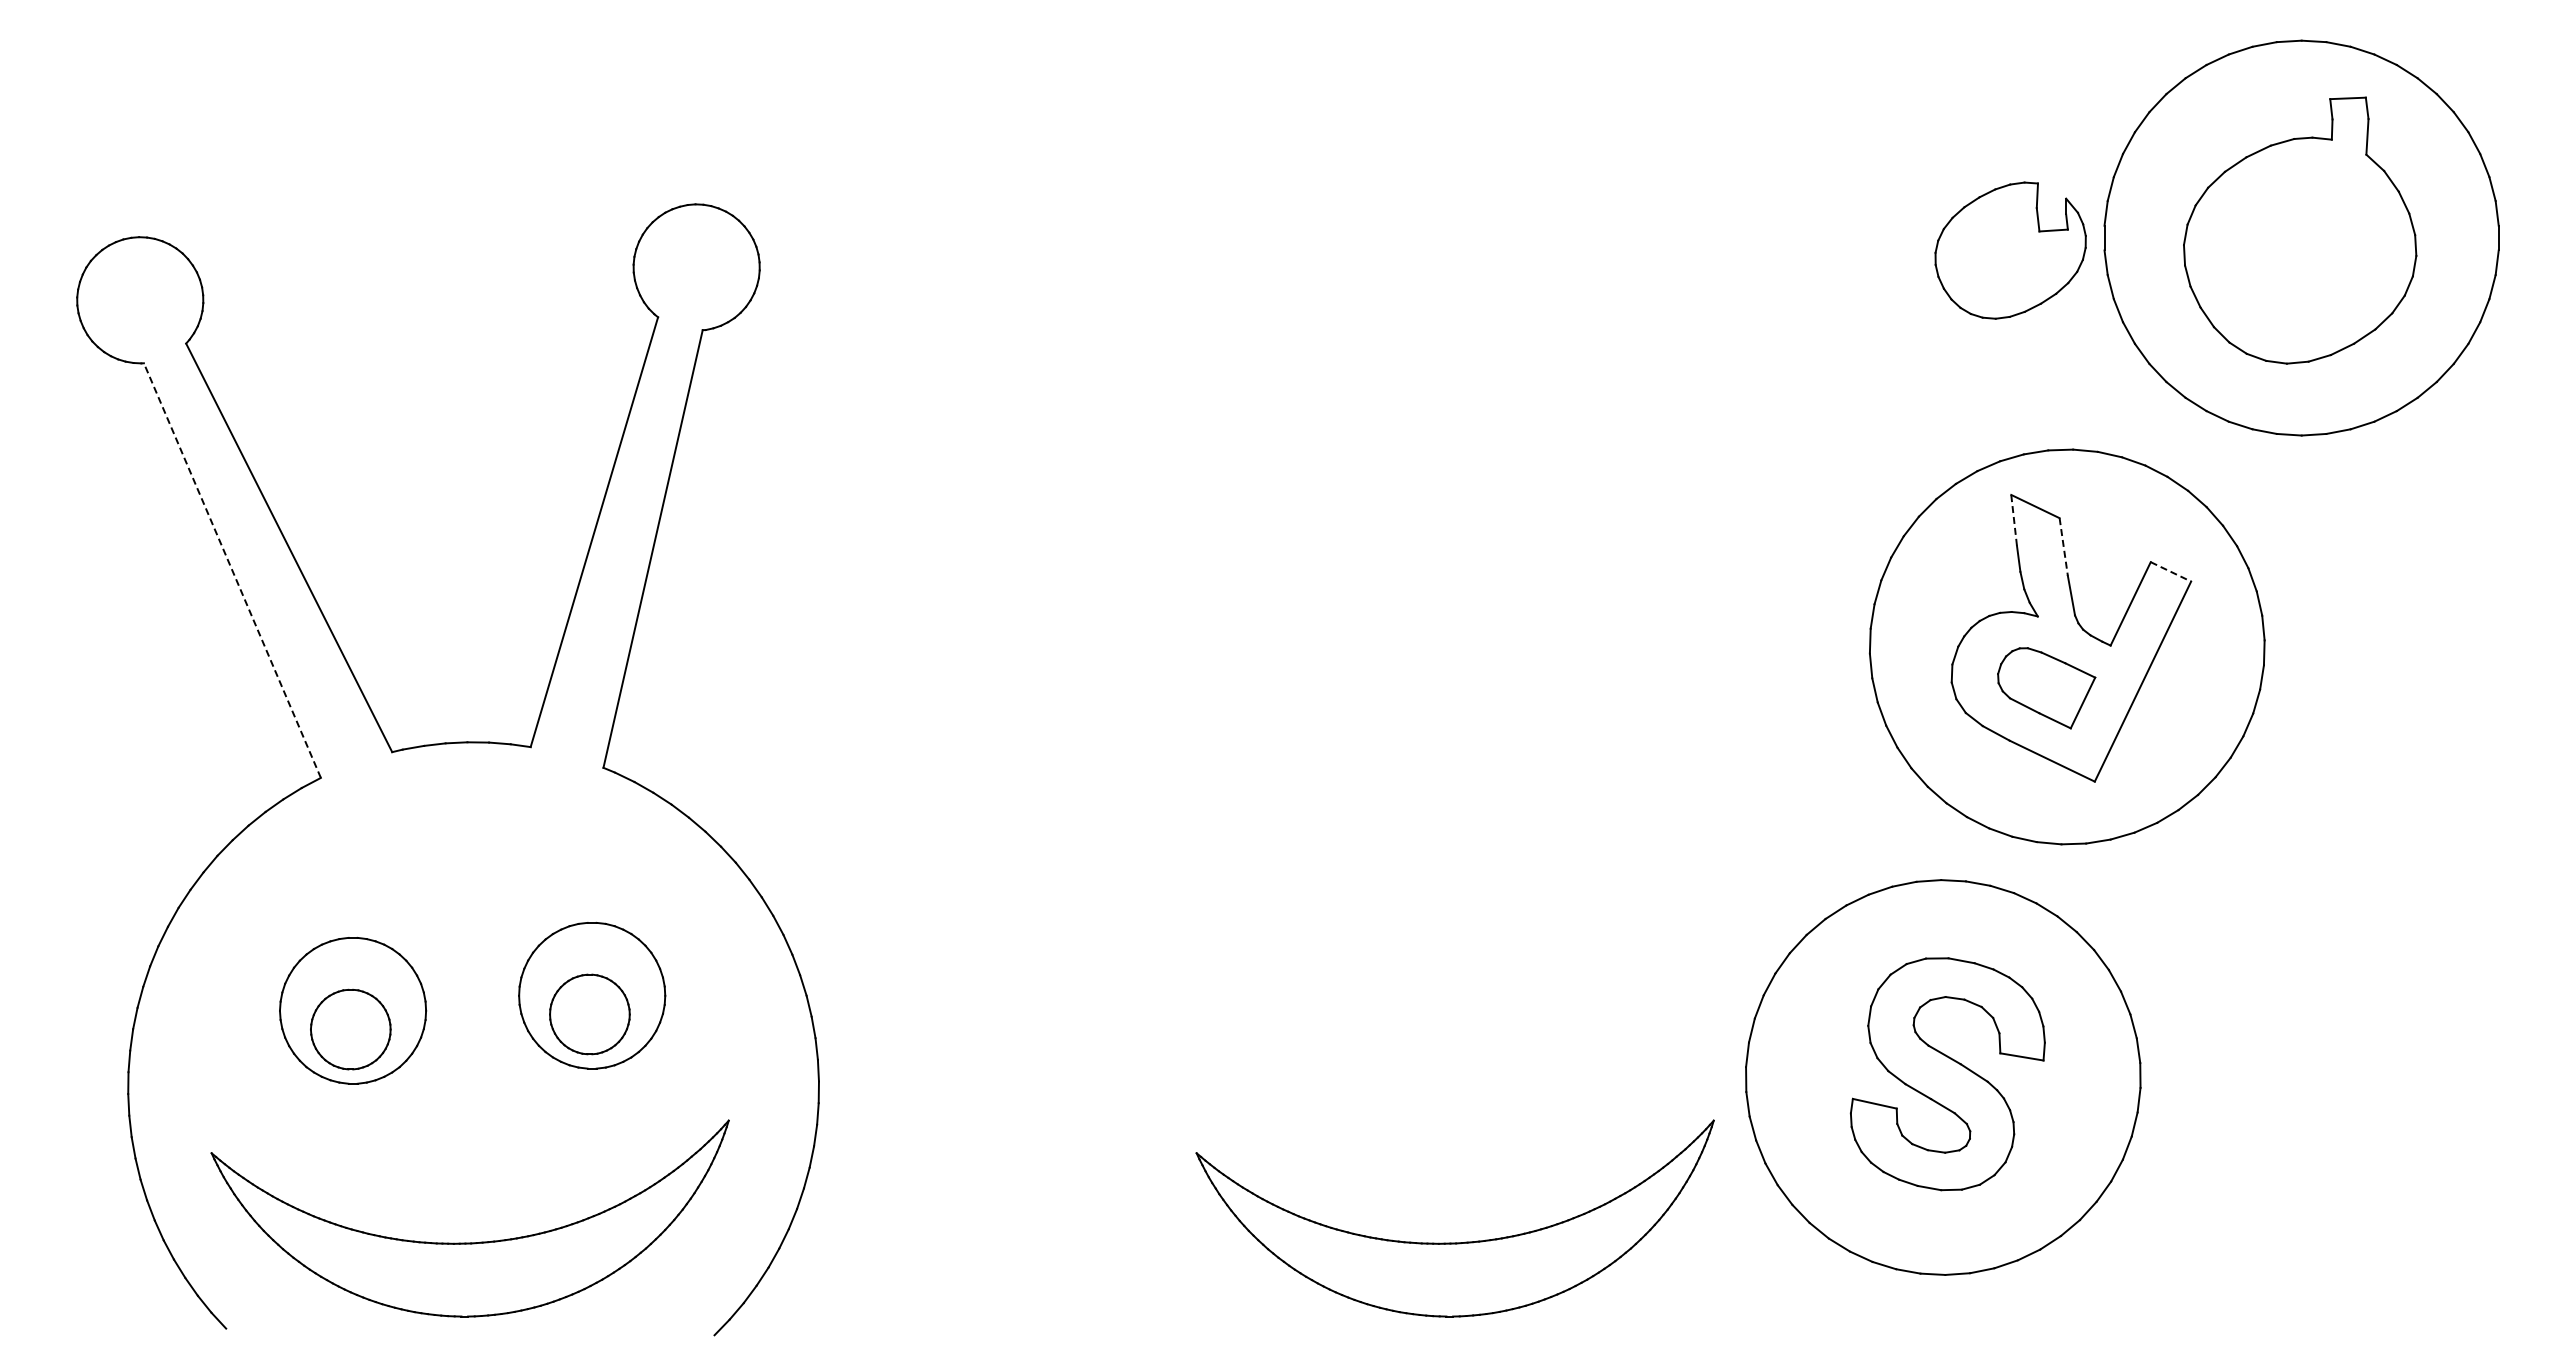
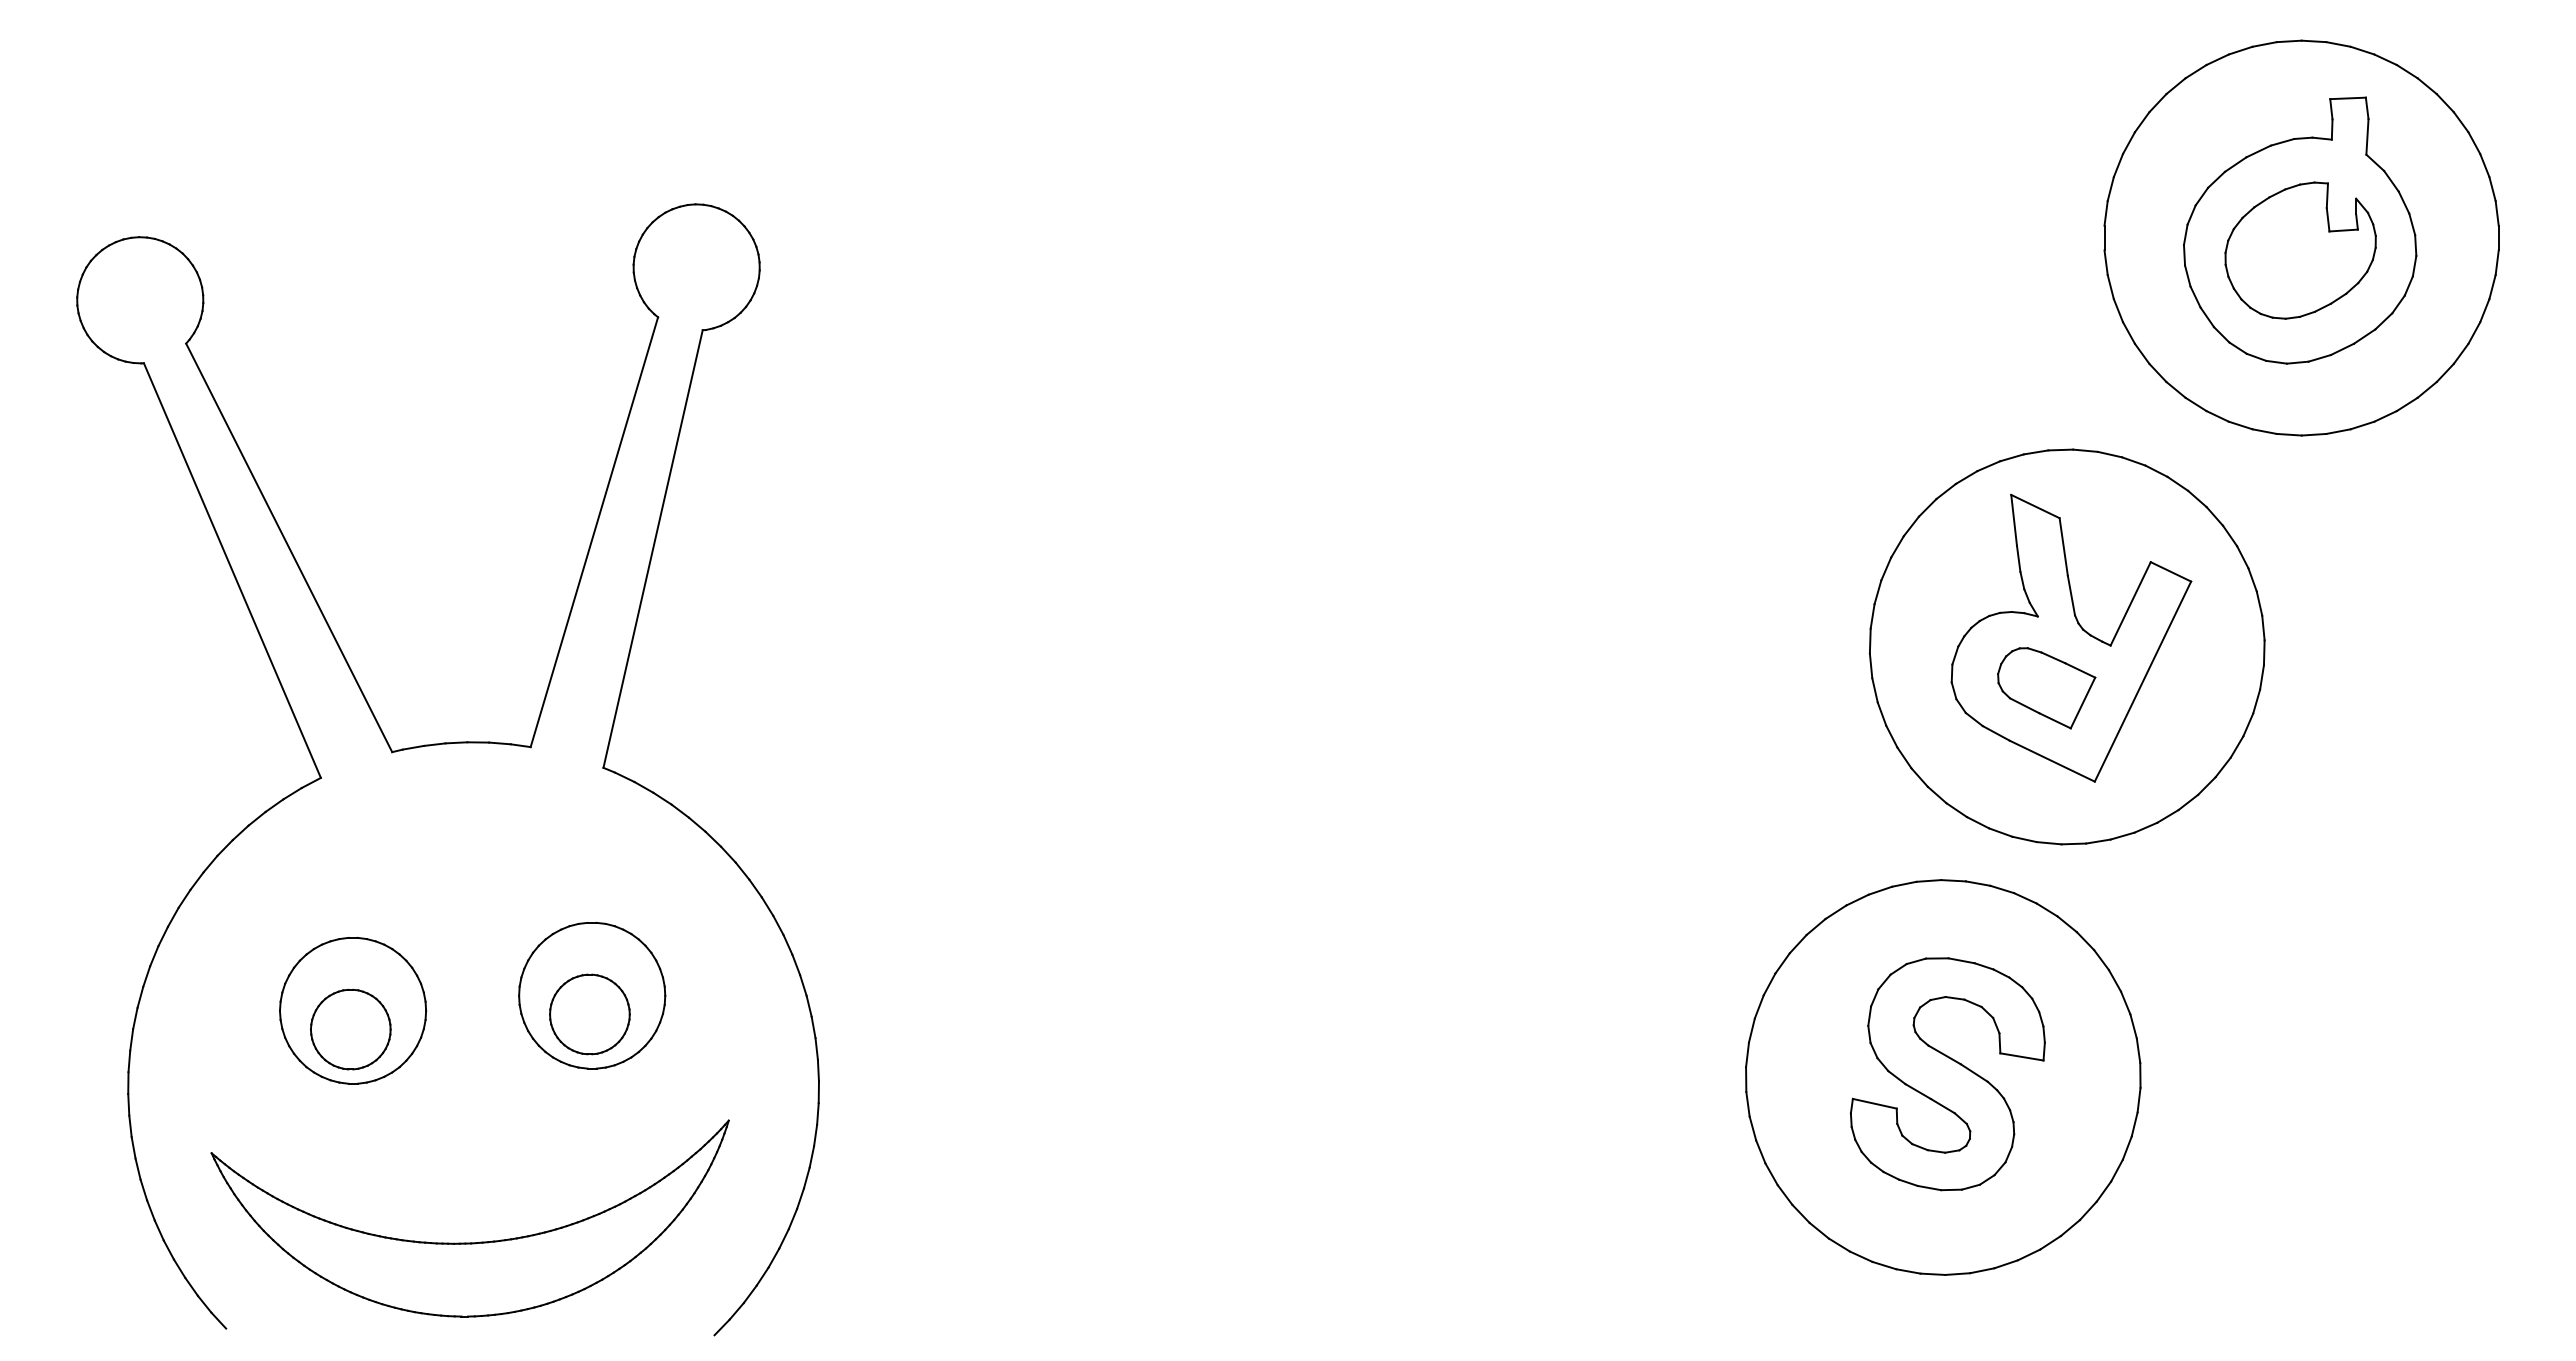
part at (2010, 250) position: (2010, 250) -> (2300, 250)
line at (2014, 520): dashed -> solid
line at (2063, 547): dashed -> solid
line at (232, 570): dashed -> solid
line at (2171, 572): dashed -> solid
part at (1454, 1242): present -> none
